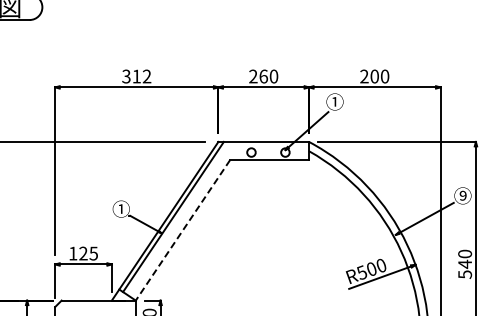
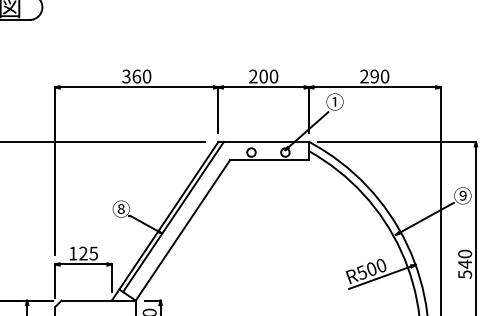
text at (141, 76): 312 -> 360
text at (263, 76): 260 -> 200
text at (374, 76): 200 -> 290
text at (120, 208): ① -> ⑧
line at (182, 230): dashed -> solid
